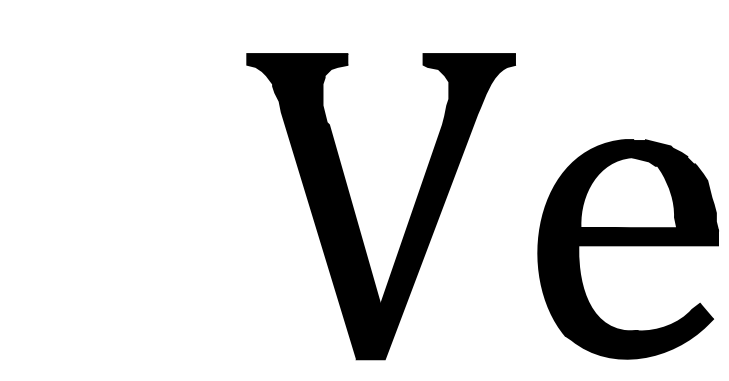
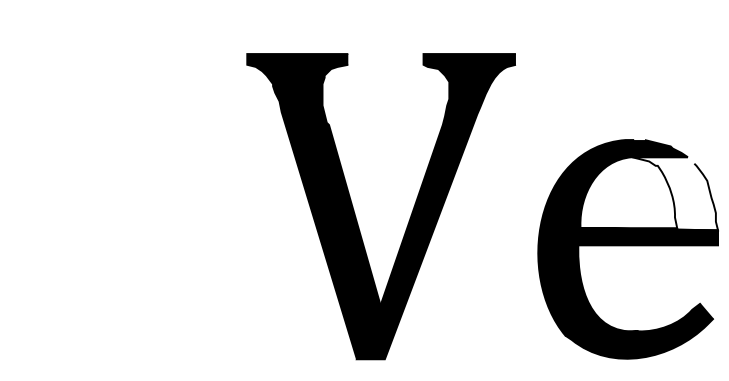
fill at (649, 193): present -> none
